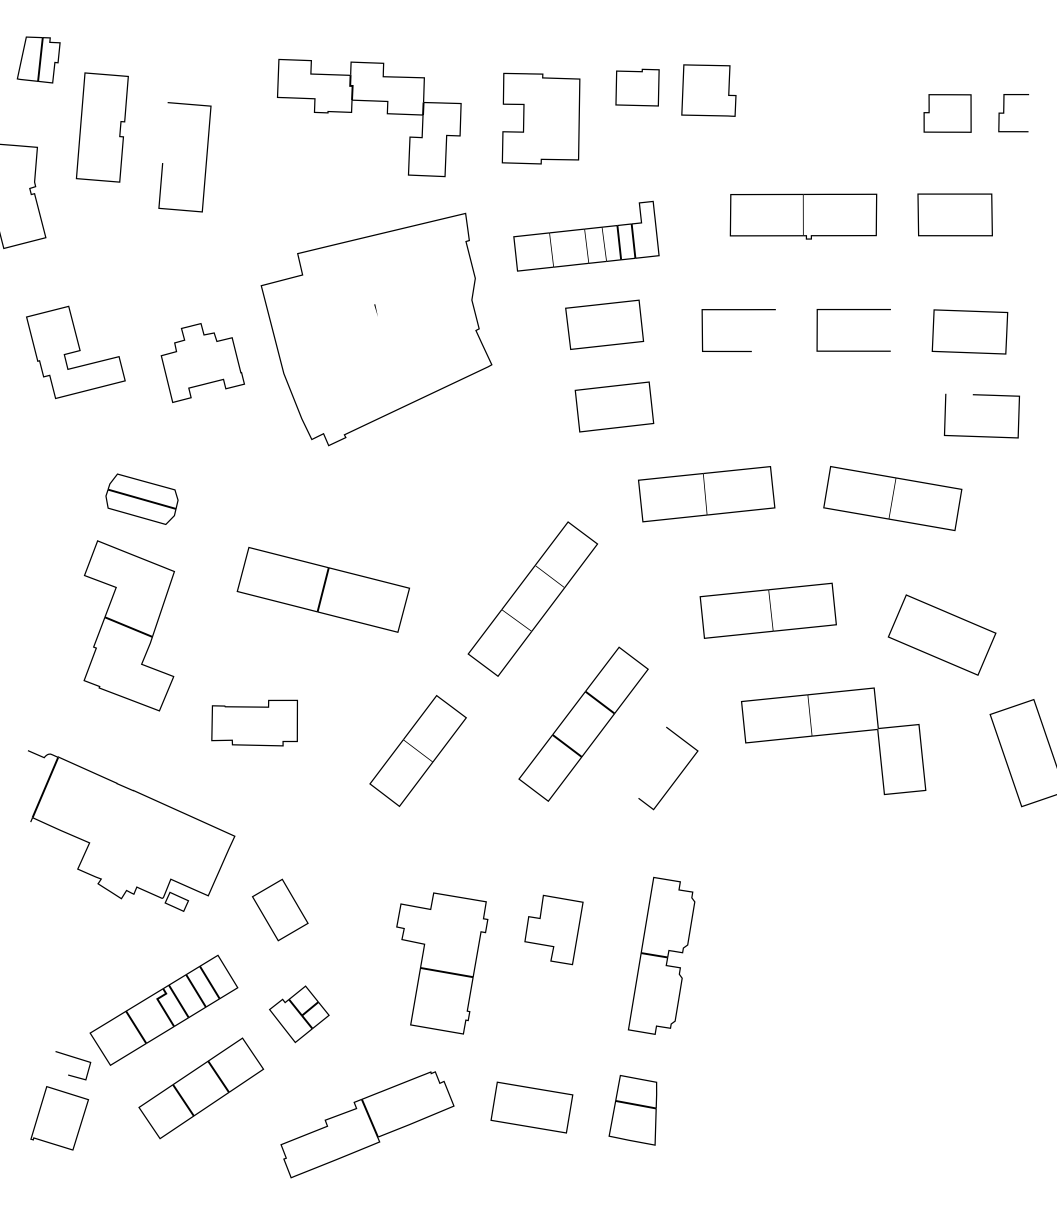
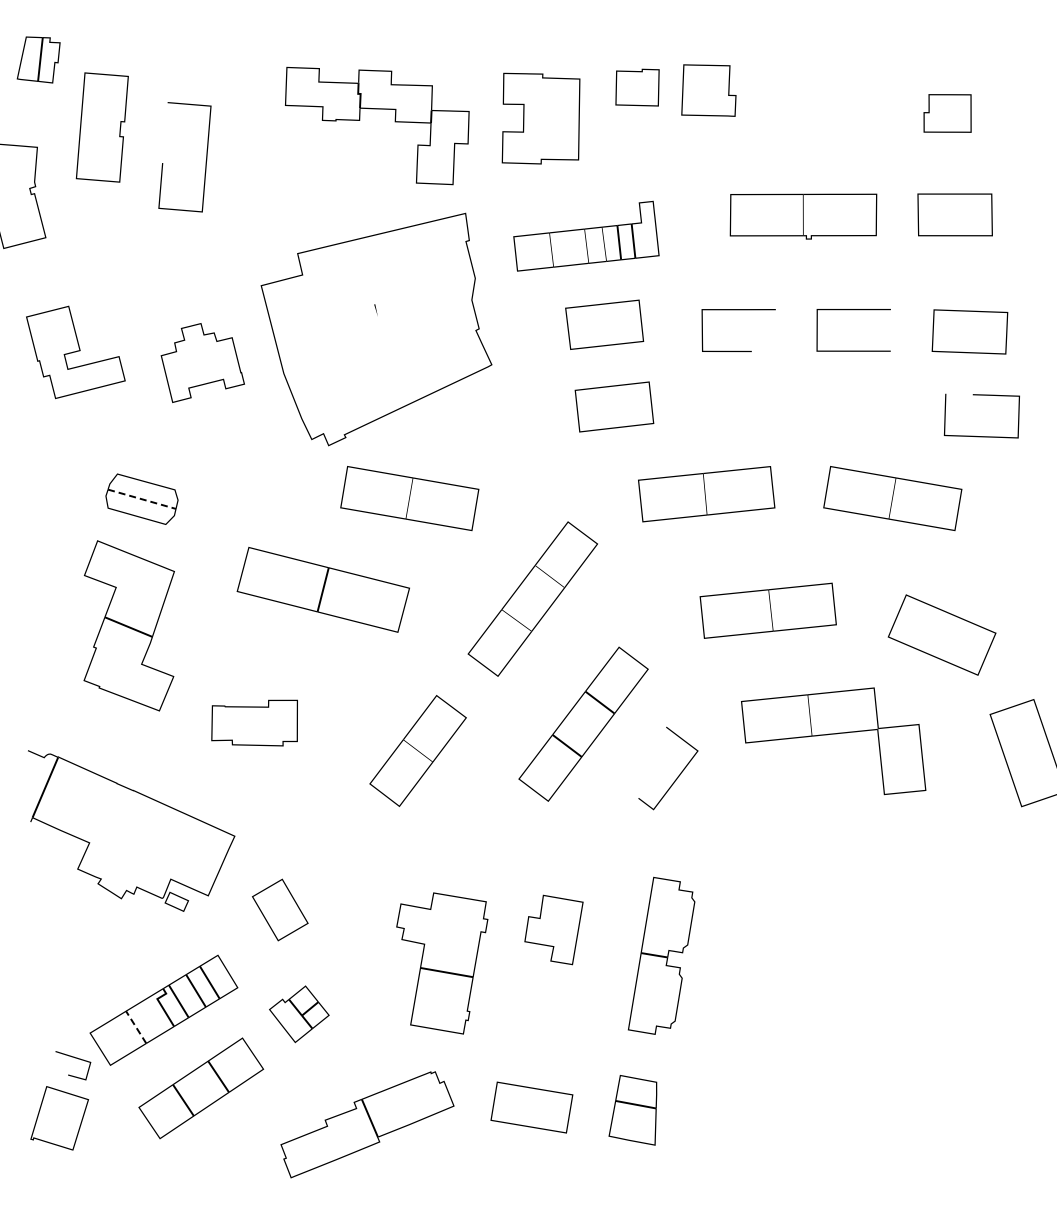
part at (369, 101) position: (369, 101) -> (377, 109)
curve at (1004, 113): present -> none
part at (409, 498): none -> present
line at (142, 499): solid -> dashed
line at (135, 1026): solid -> dashed
